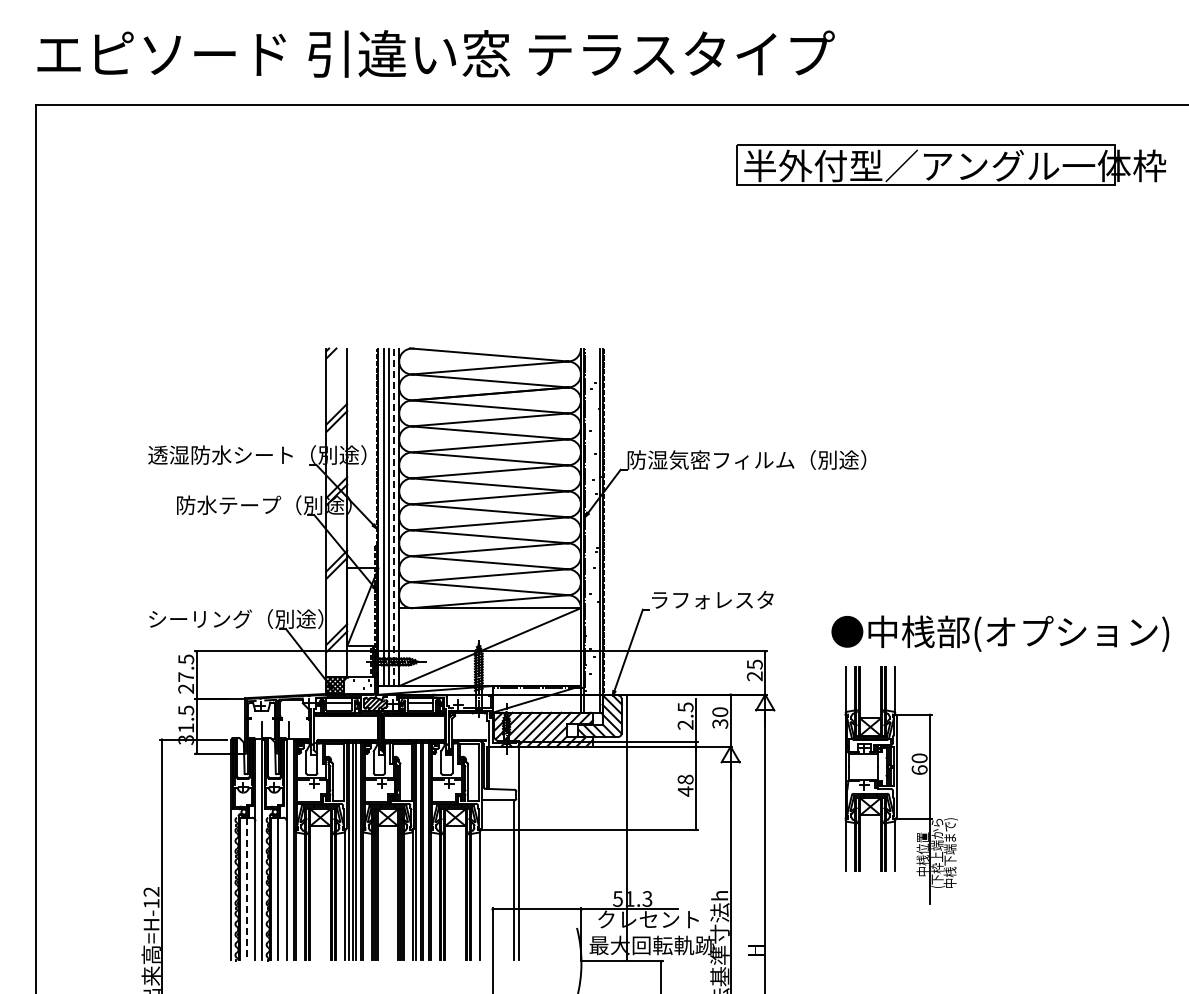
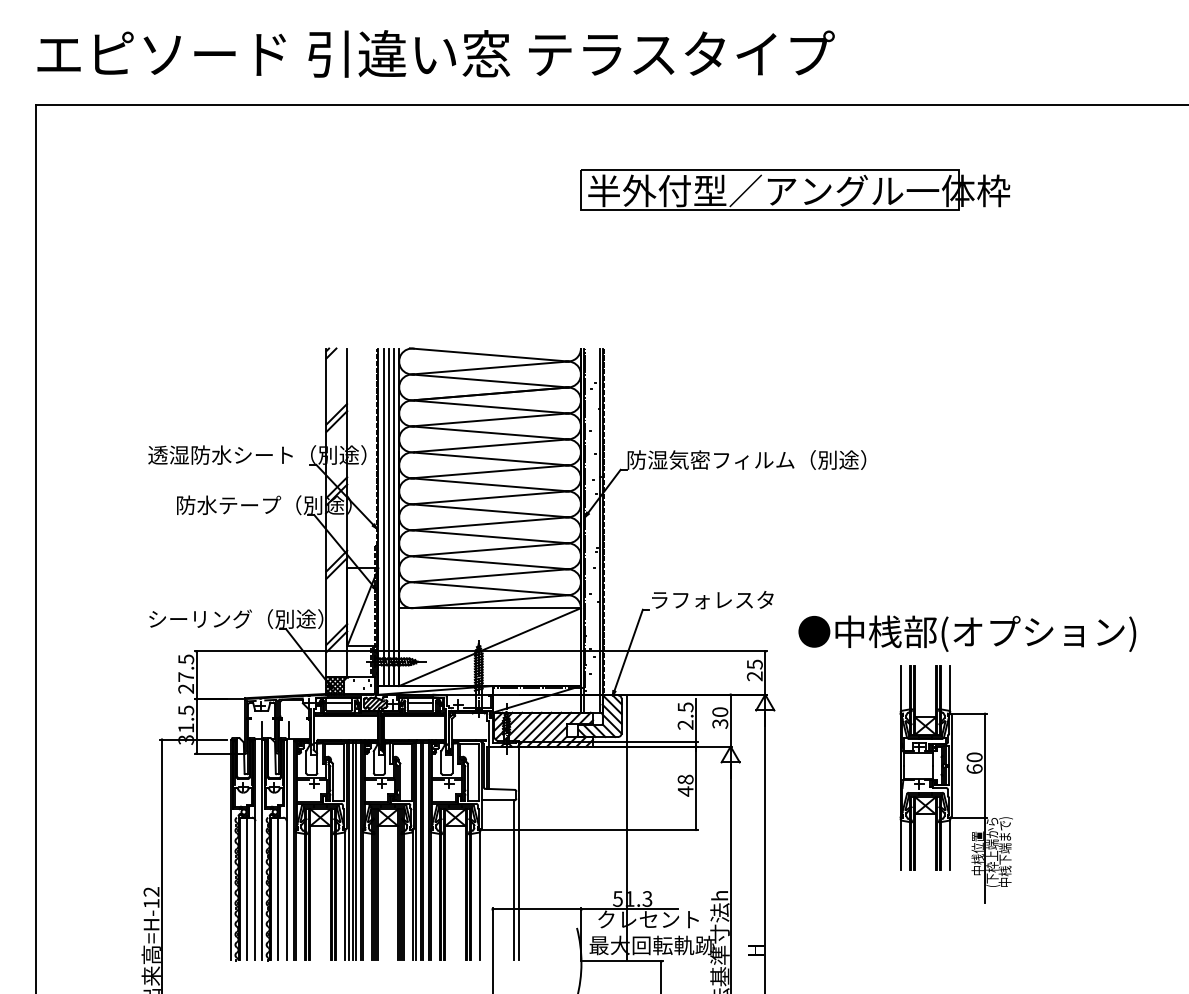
part at (951, 164) position: (951, 164) -> (795, 189)
line at (393, 517): dashed -> solid
text at (1000, 633) position: (1000, 633) -> (967, 633)
part at (900, 785) position: (900, 785) -> (955, 784)
line at (247, 889): dashed -> solid
